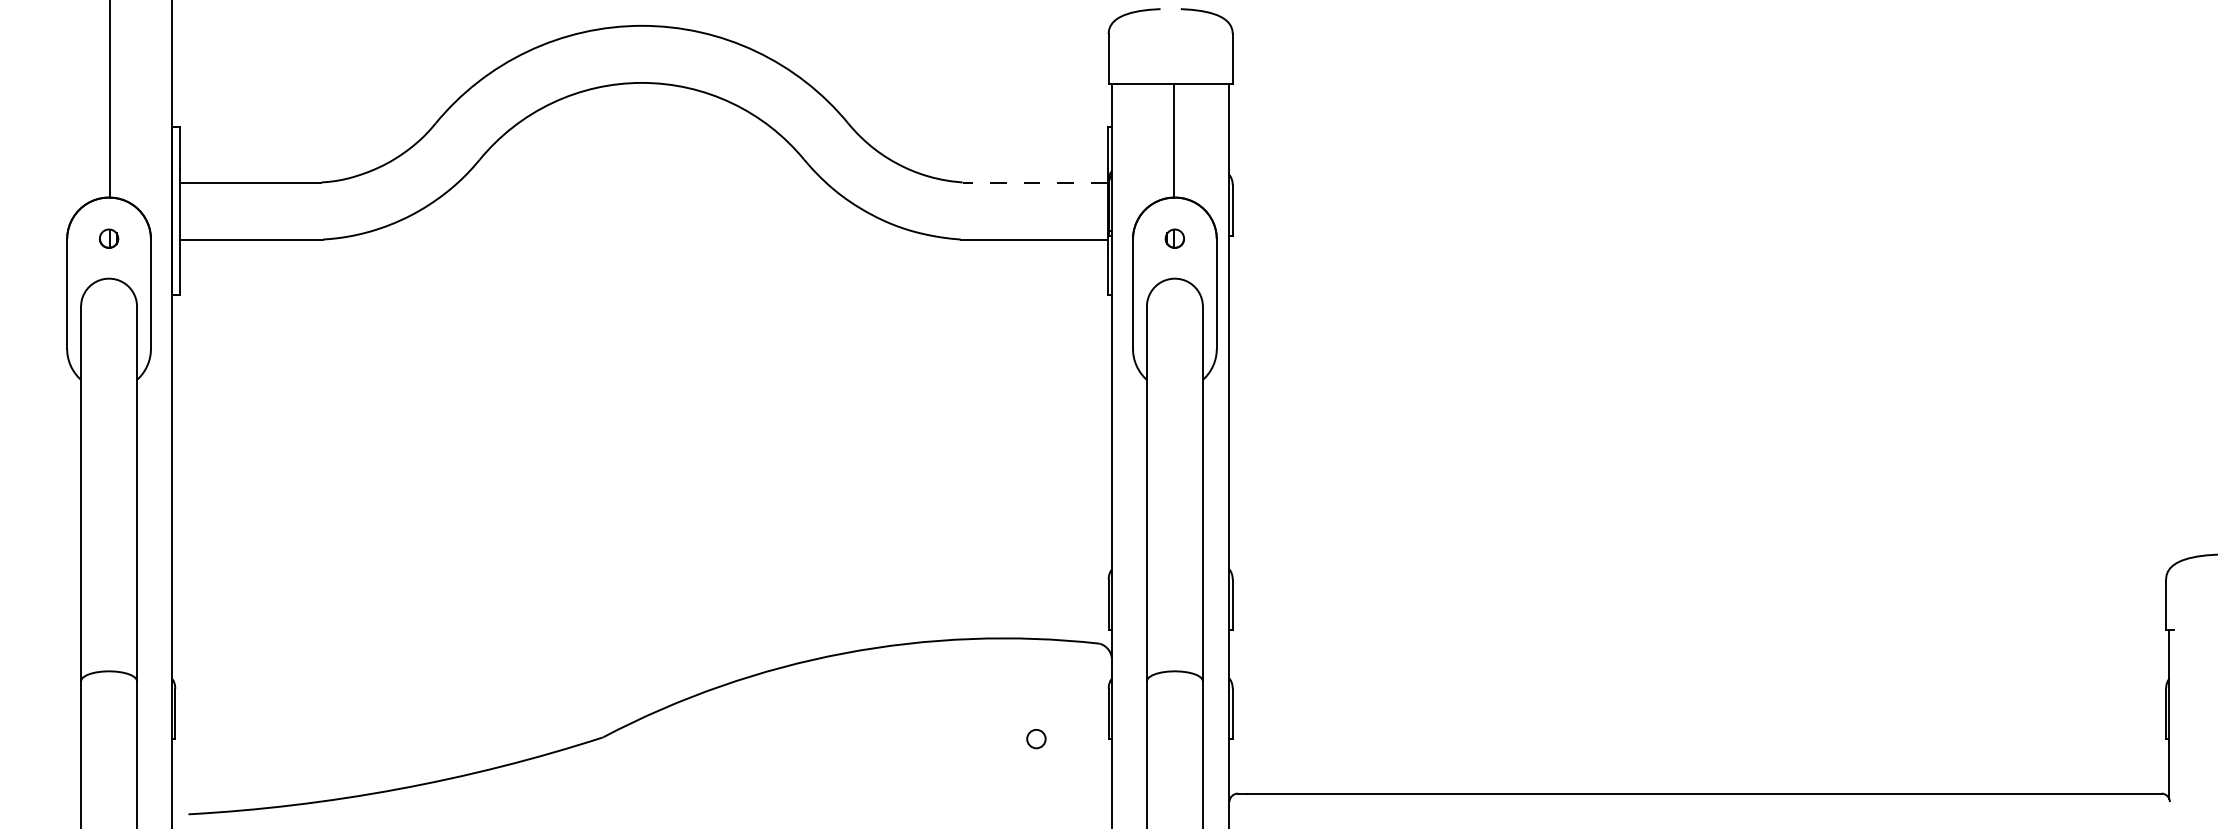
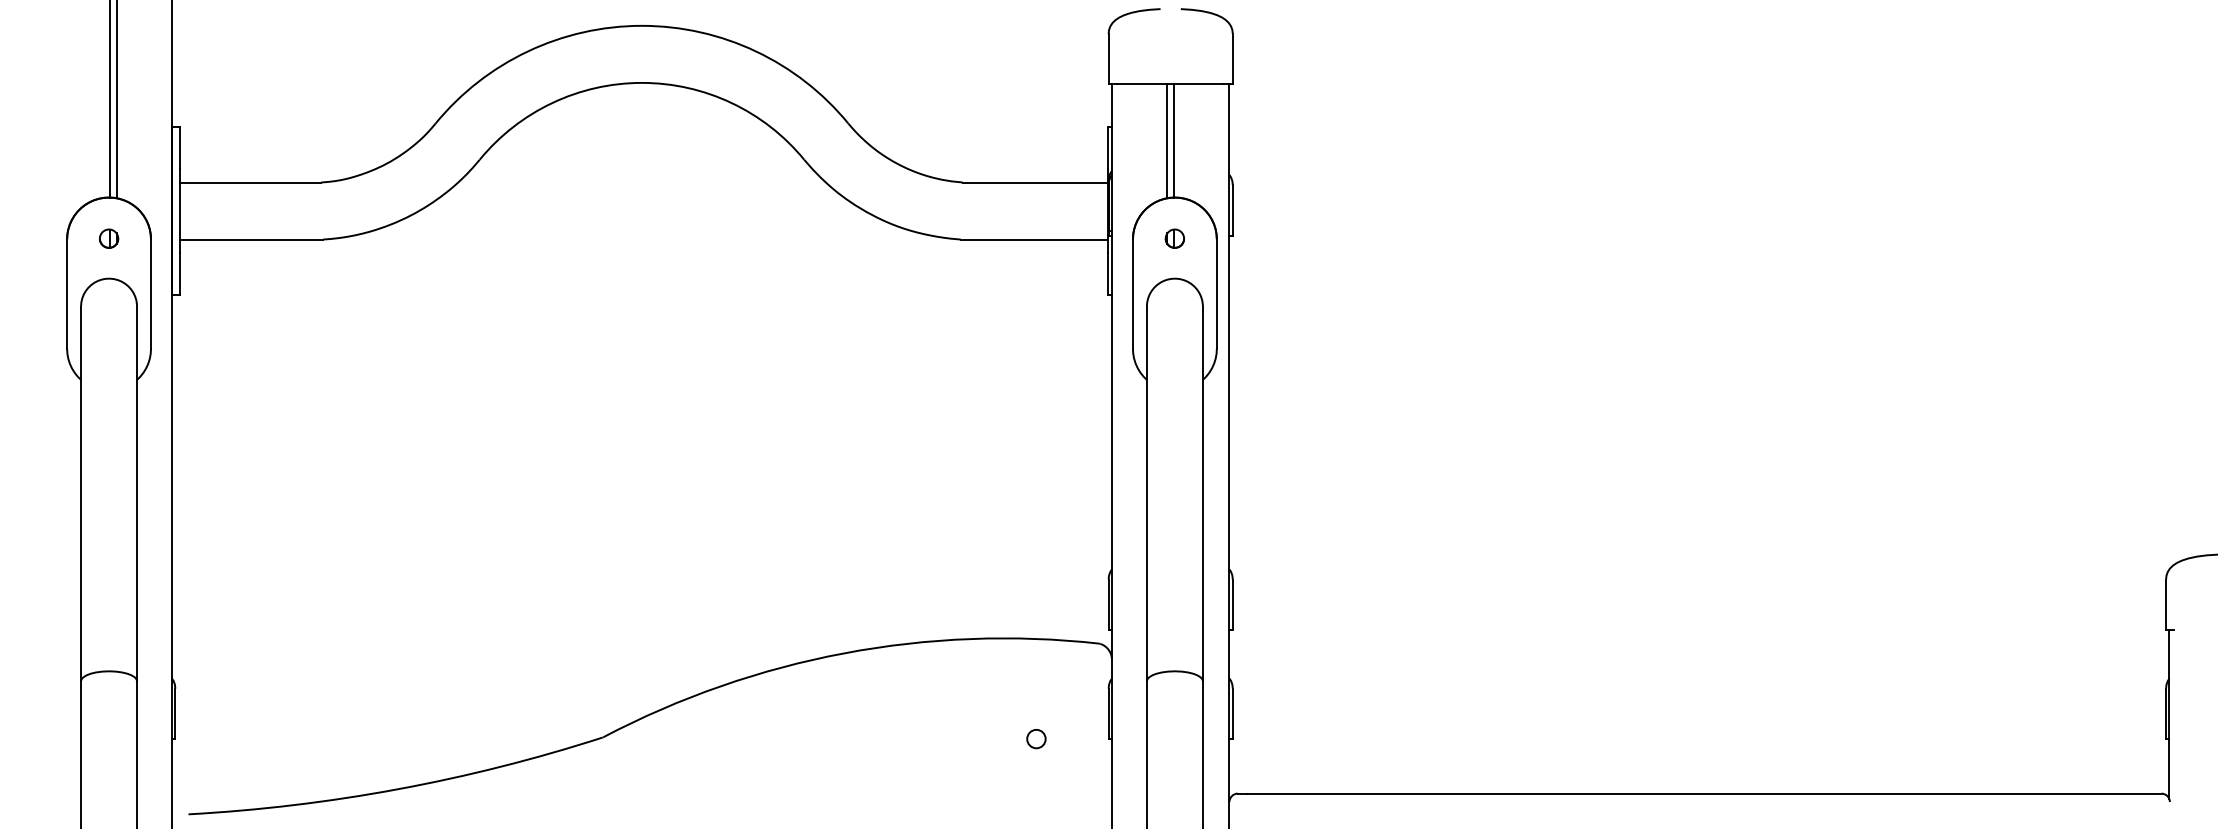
line at (116, 100): none -> present
line at (1167, 141): none -> present
line at (1034, 182): dashed -> solid
